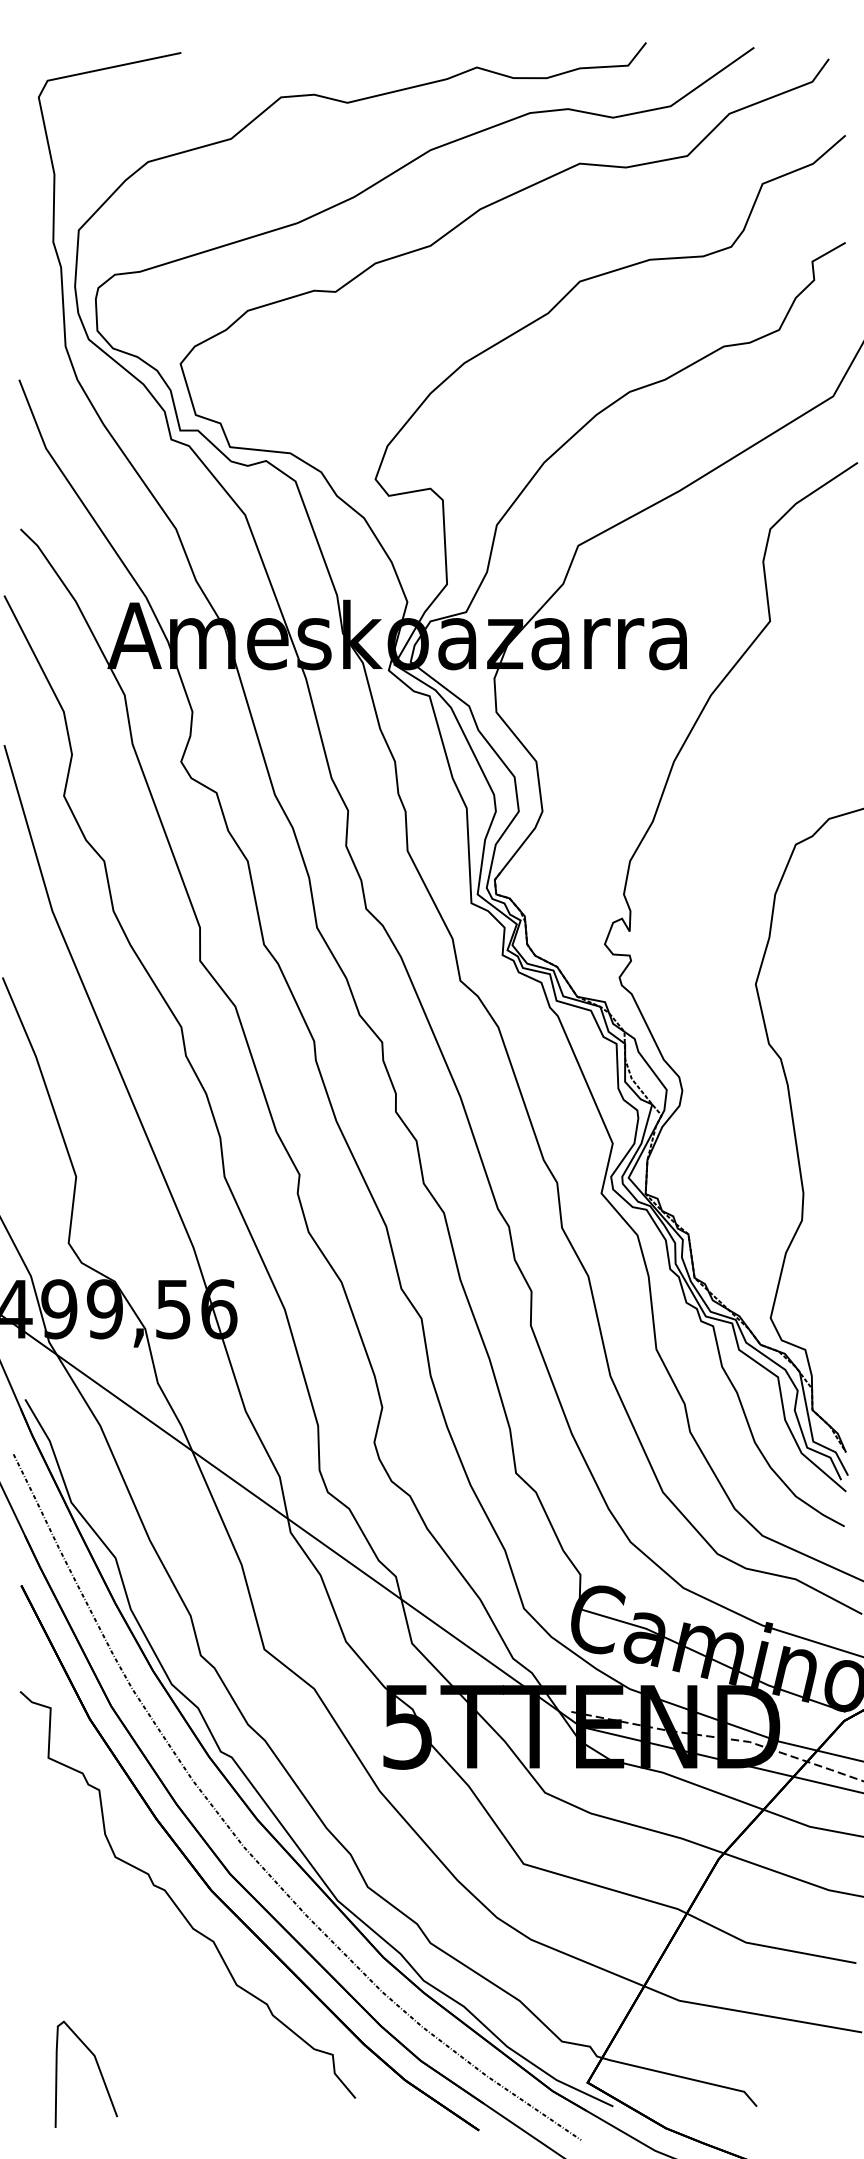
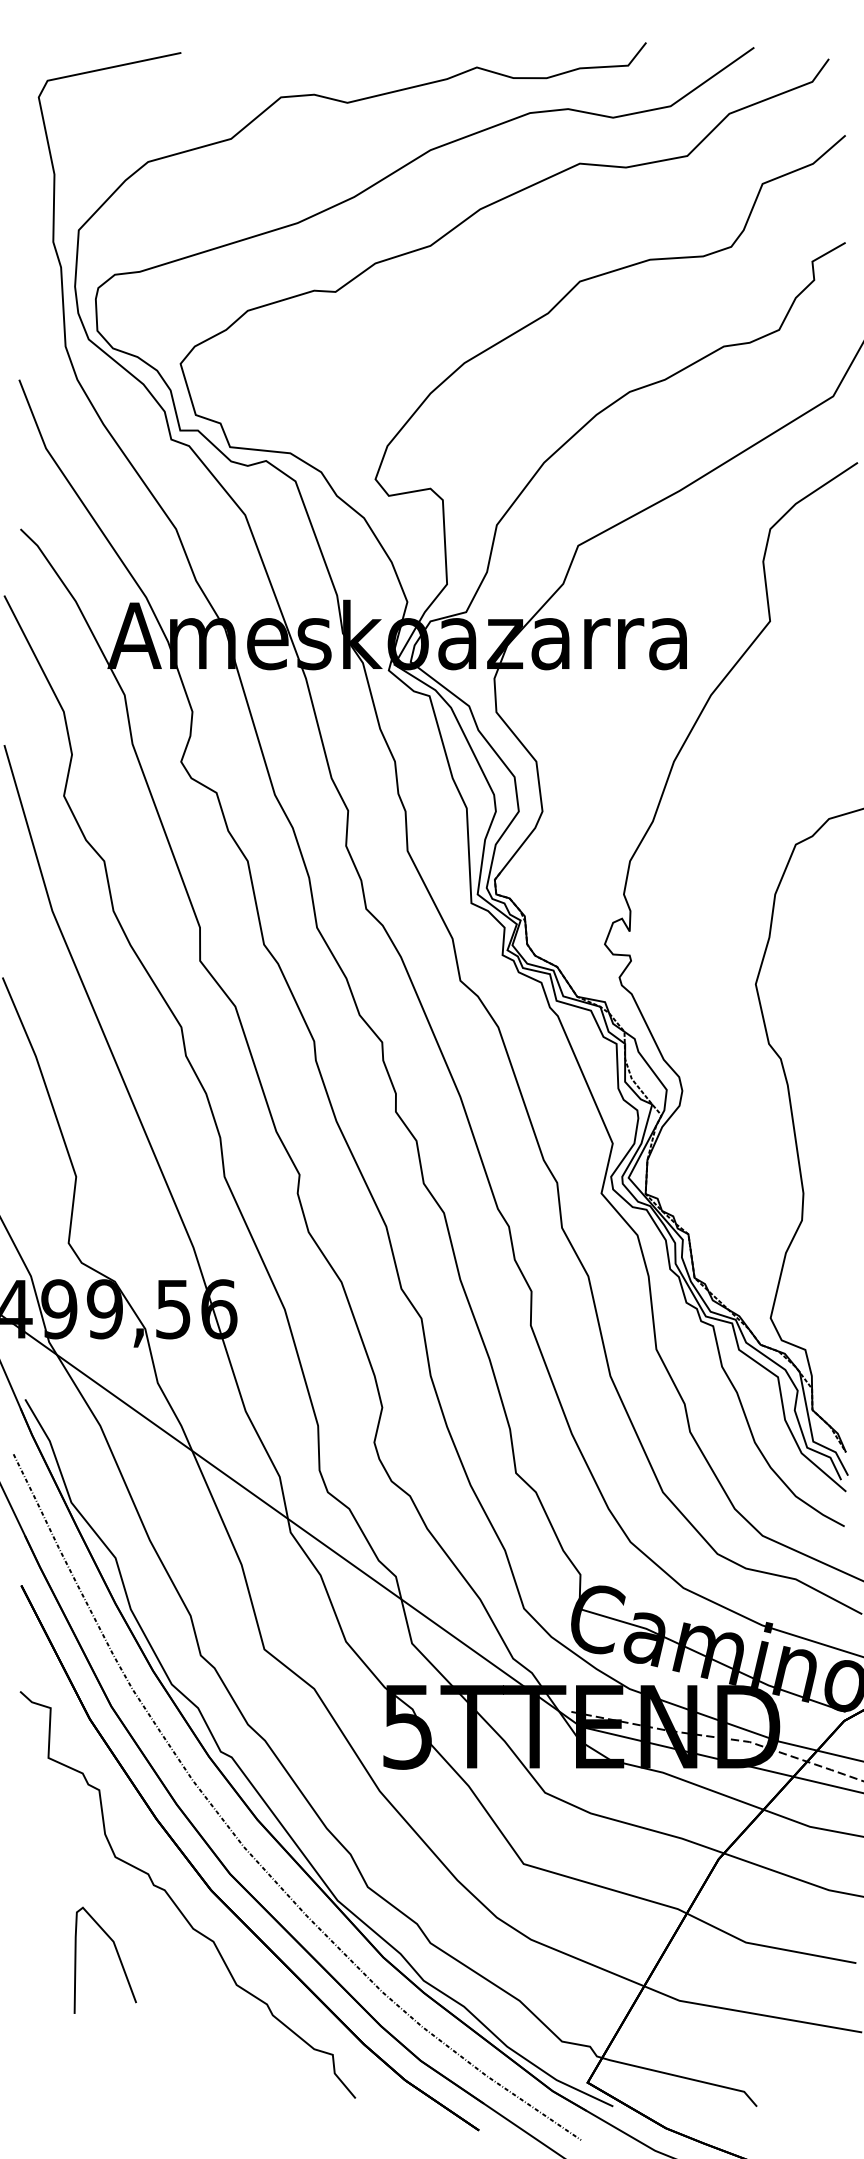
curve at (98, 2069) position: (98, 2069) -> (117, 1955)
